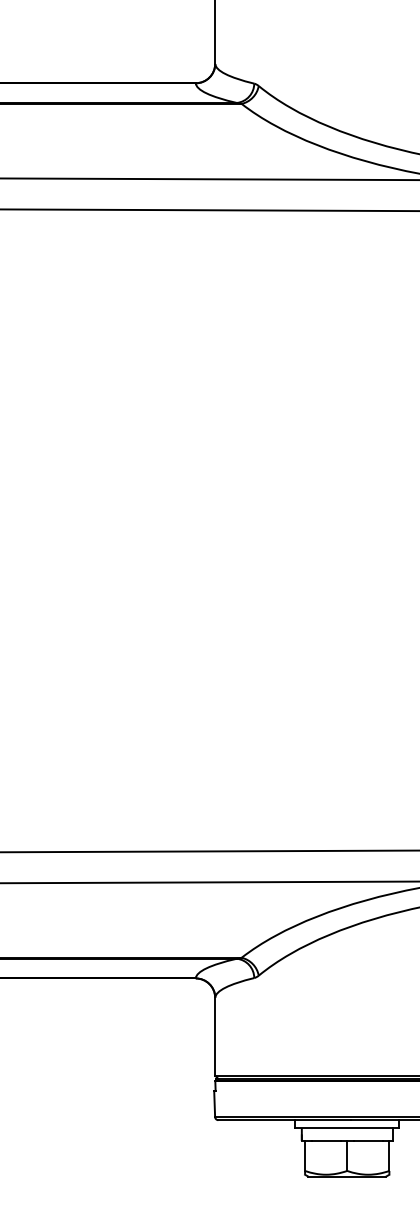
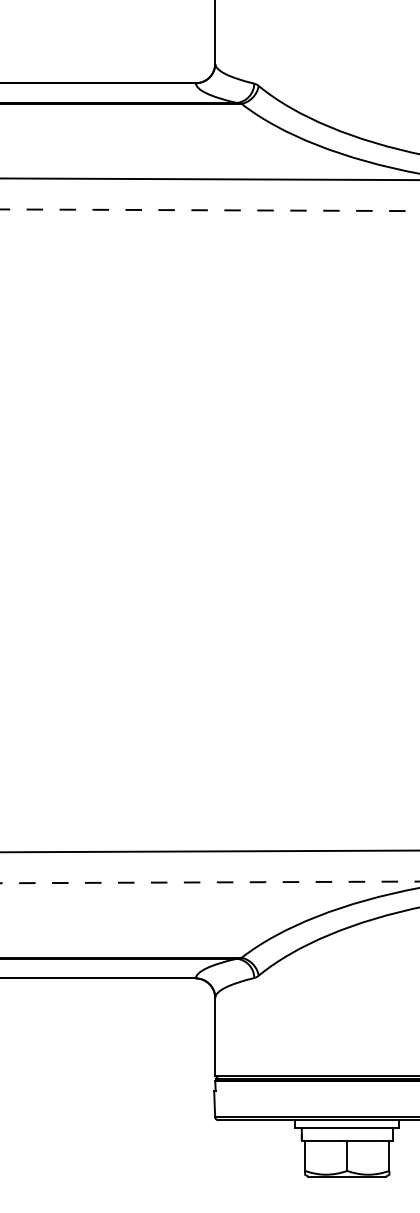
line at (210, 210): solid -> dashed
line at (210, 882): solid -> dashed
